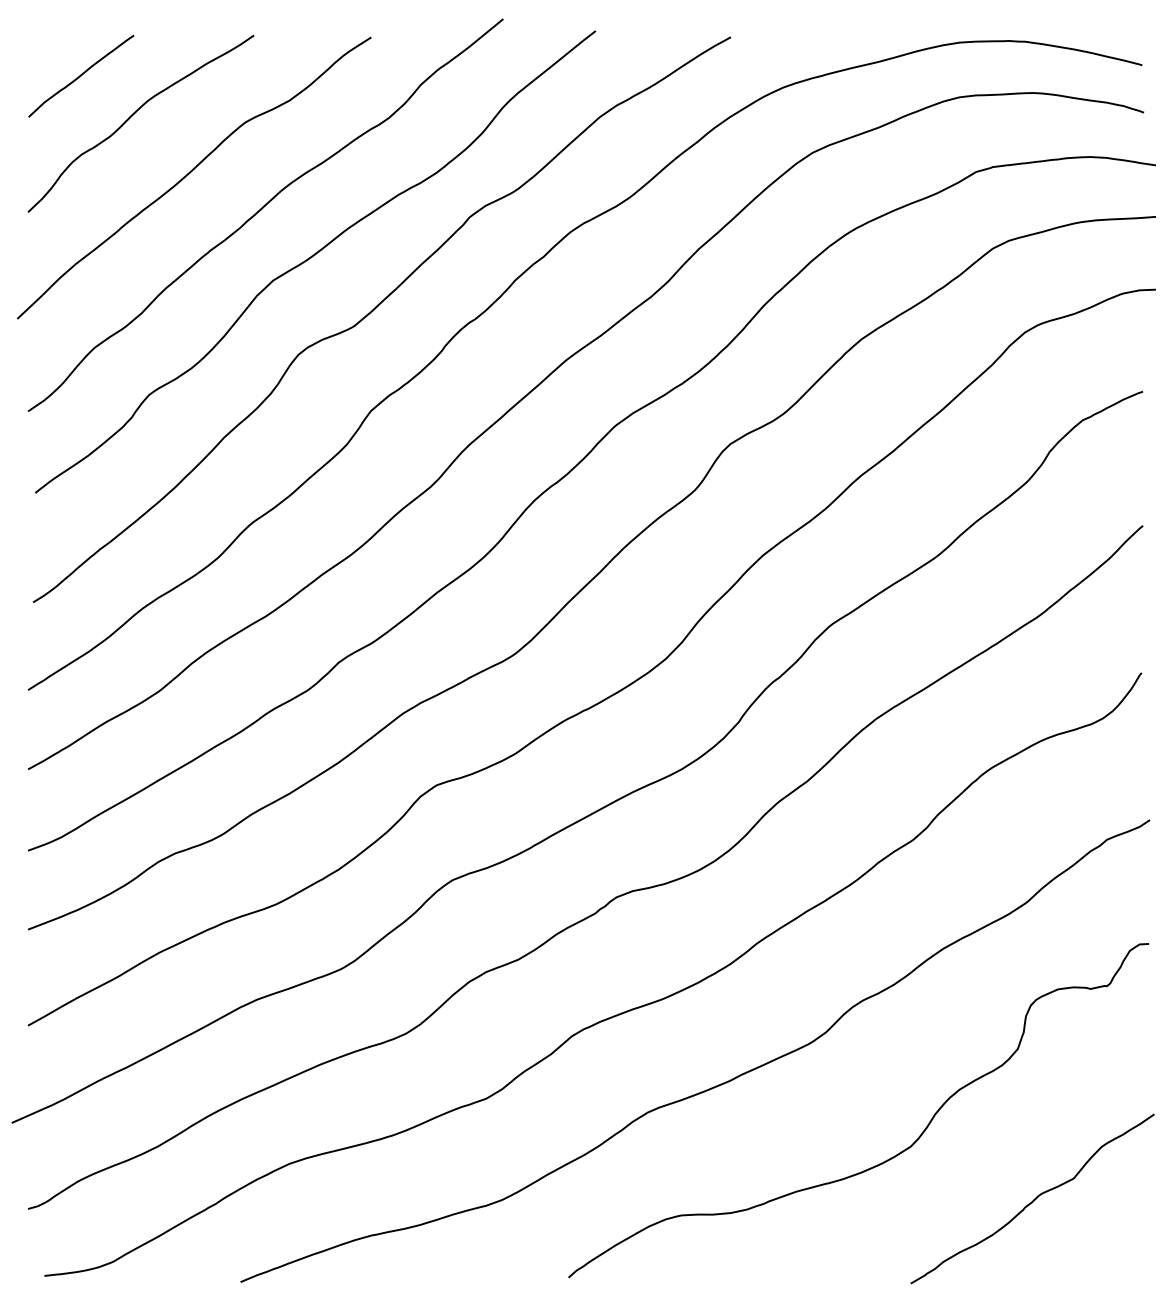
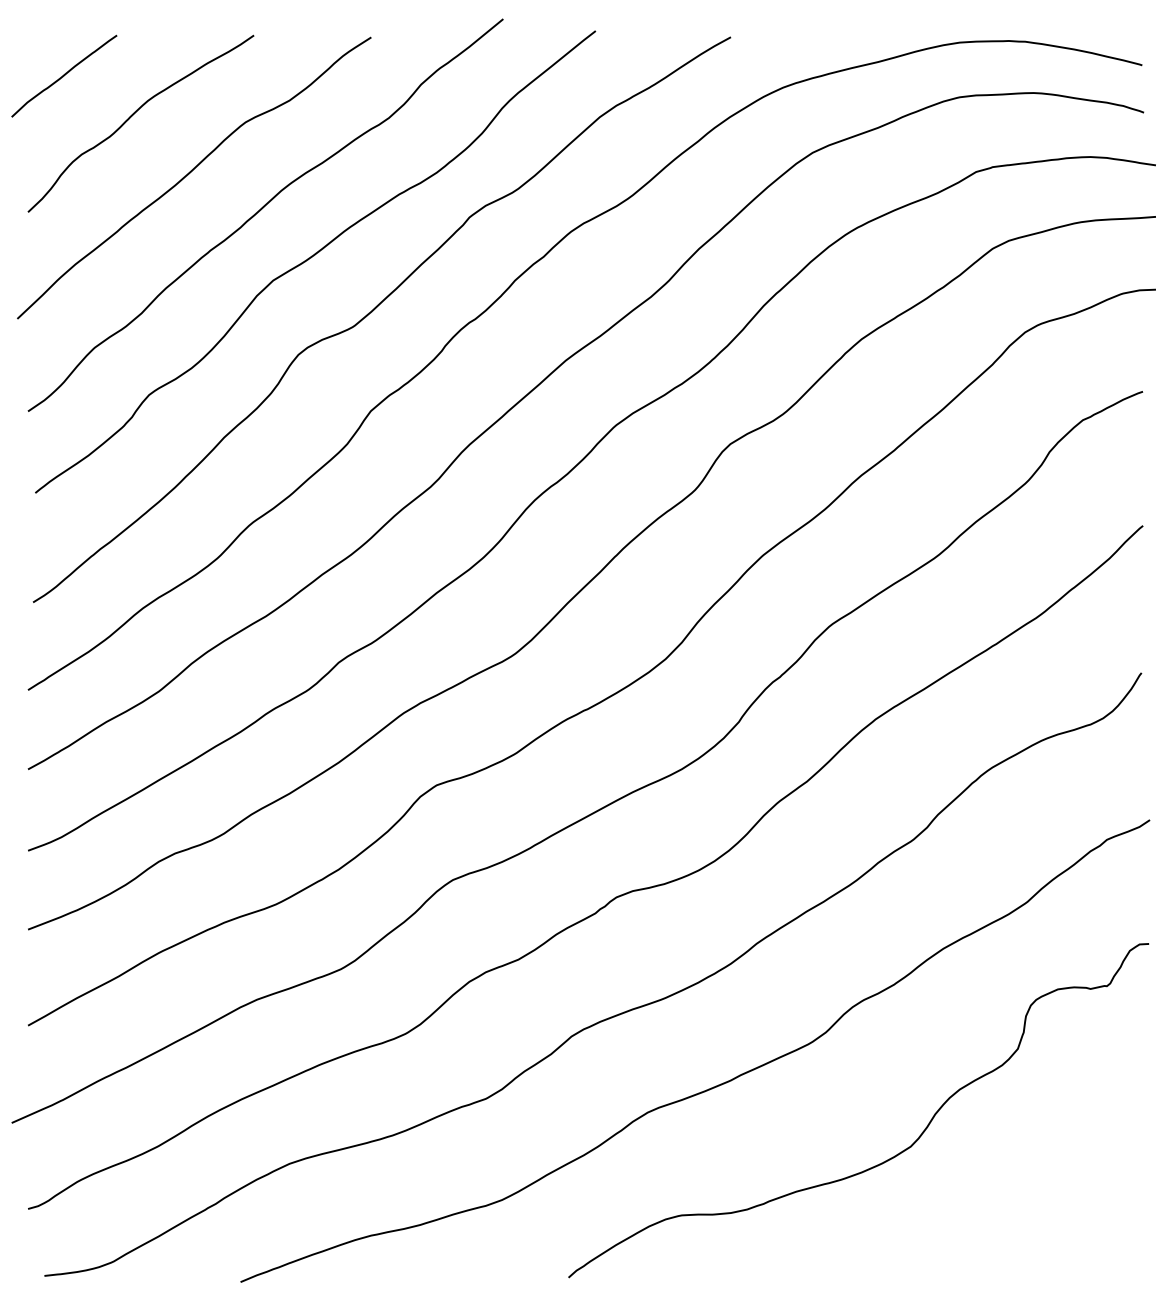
curve at (81, 75) position: (81, 75) -> (64, 75)
curve at (1033, 1199): present -> none
